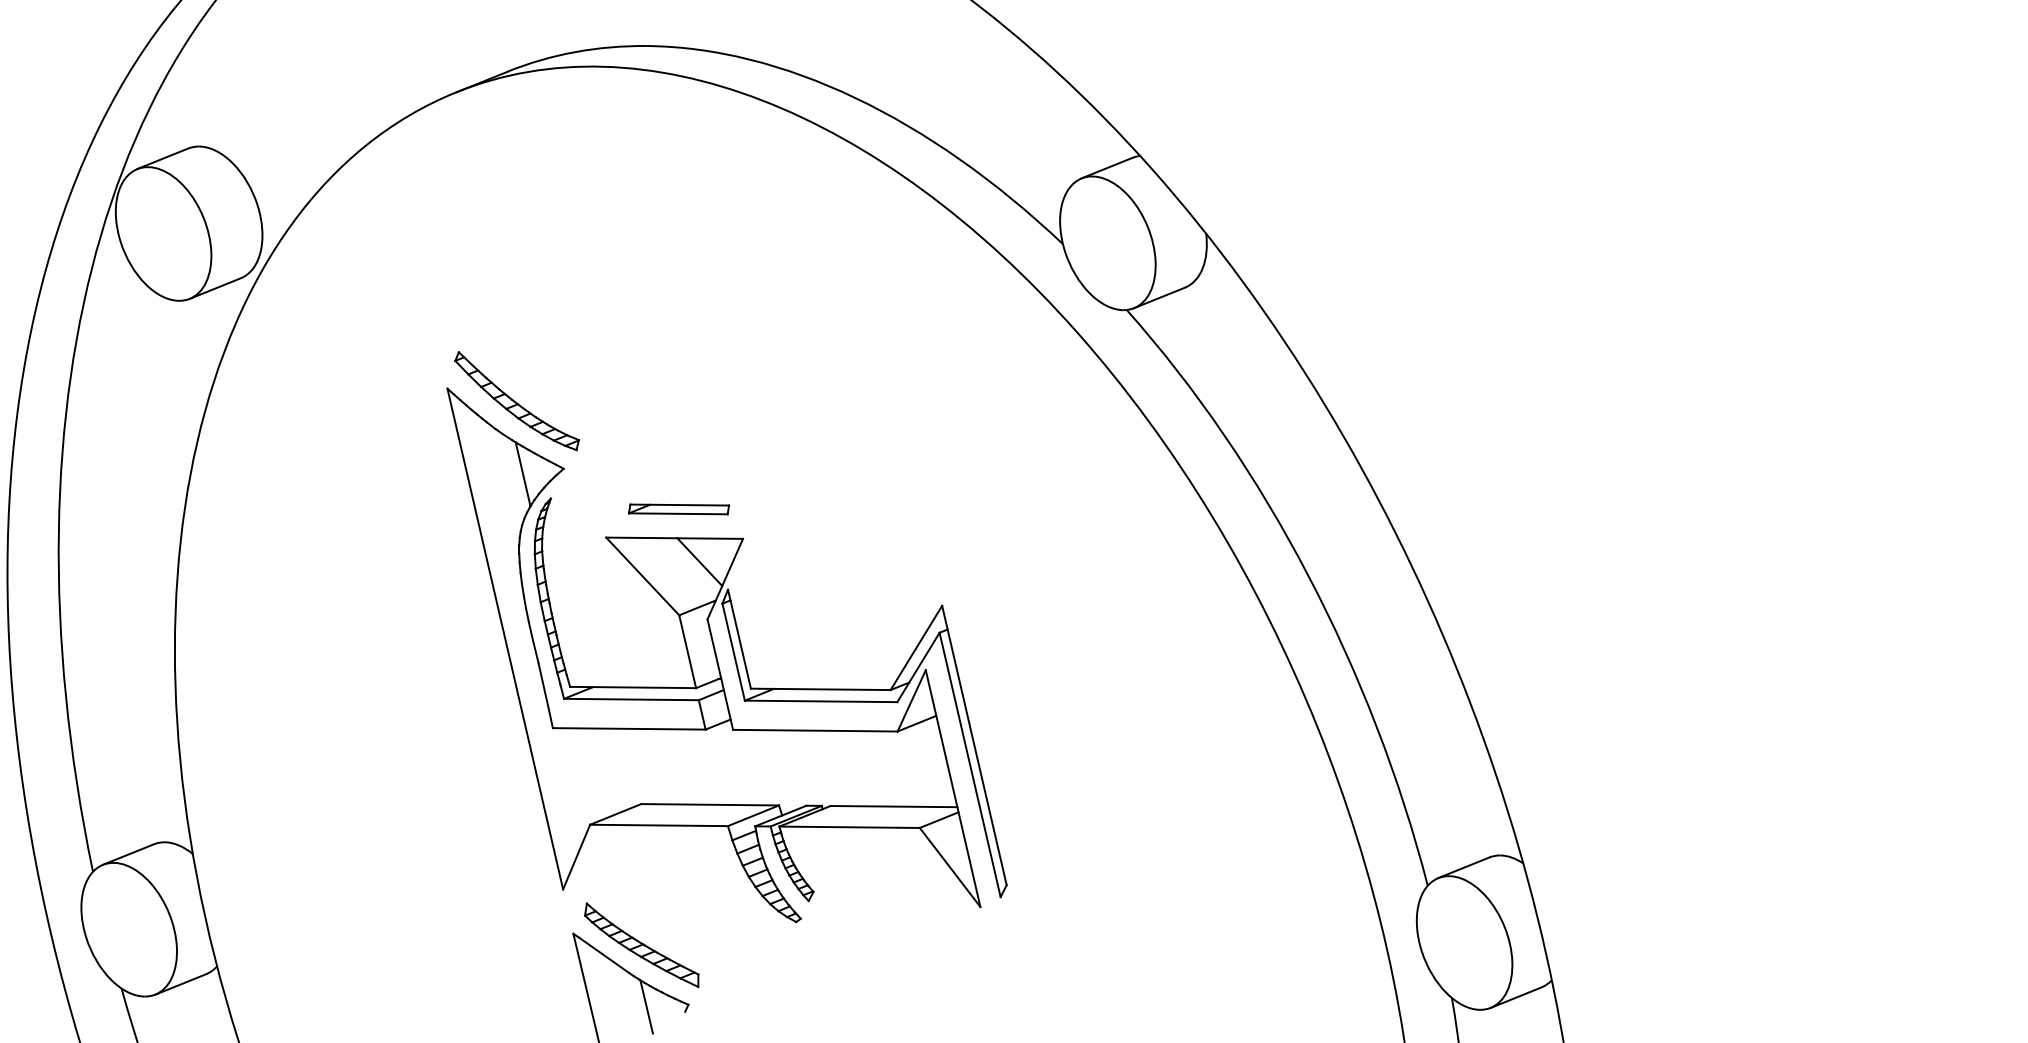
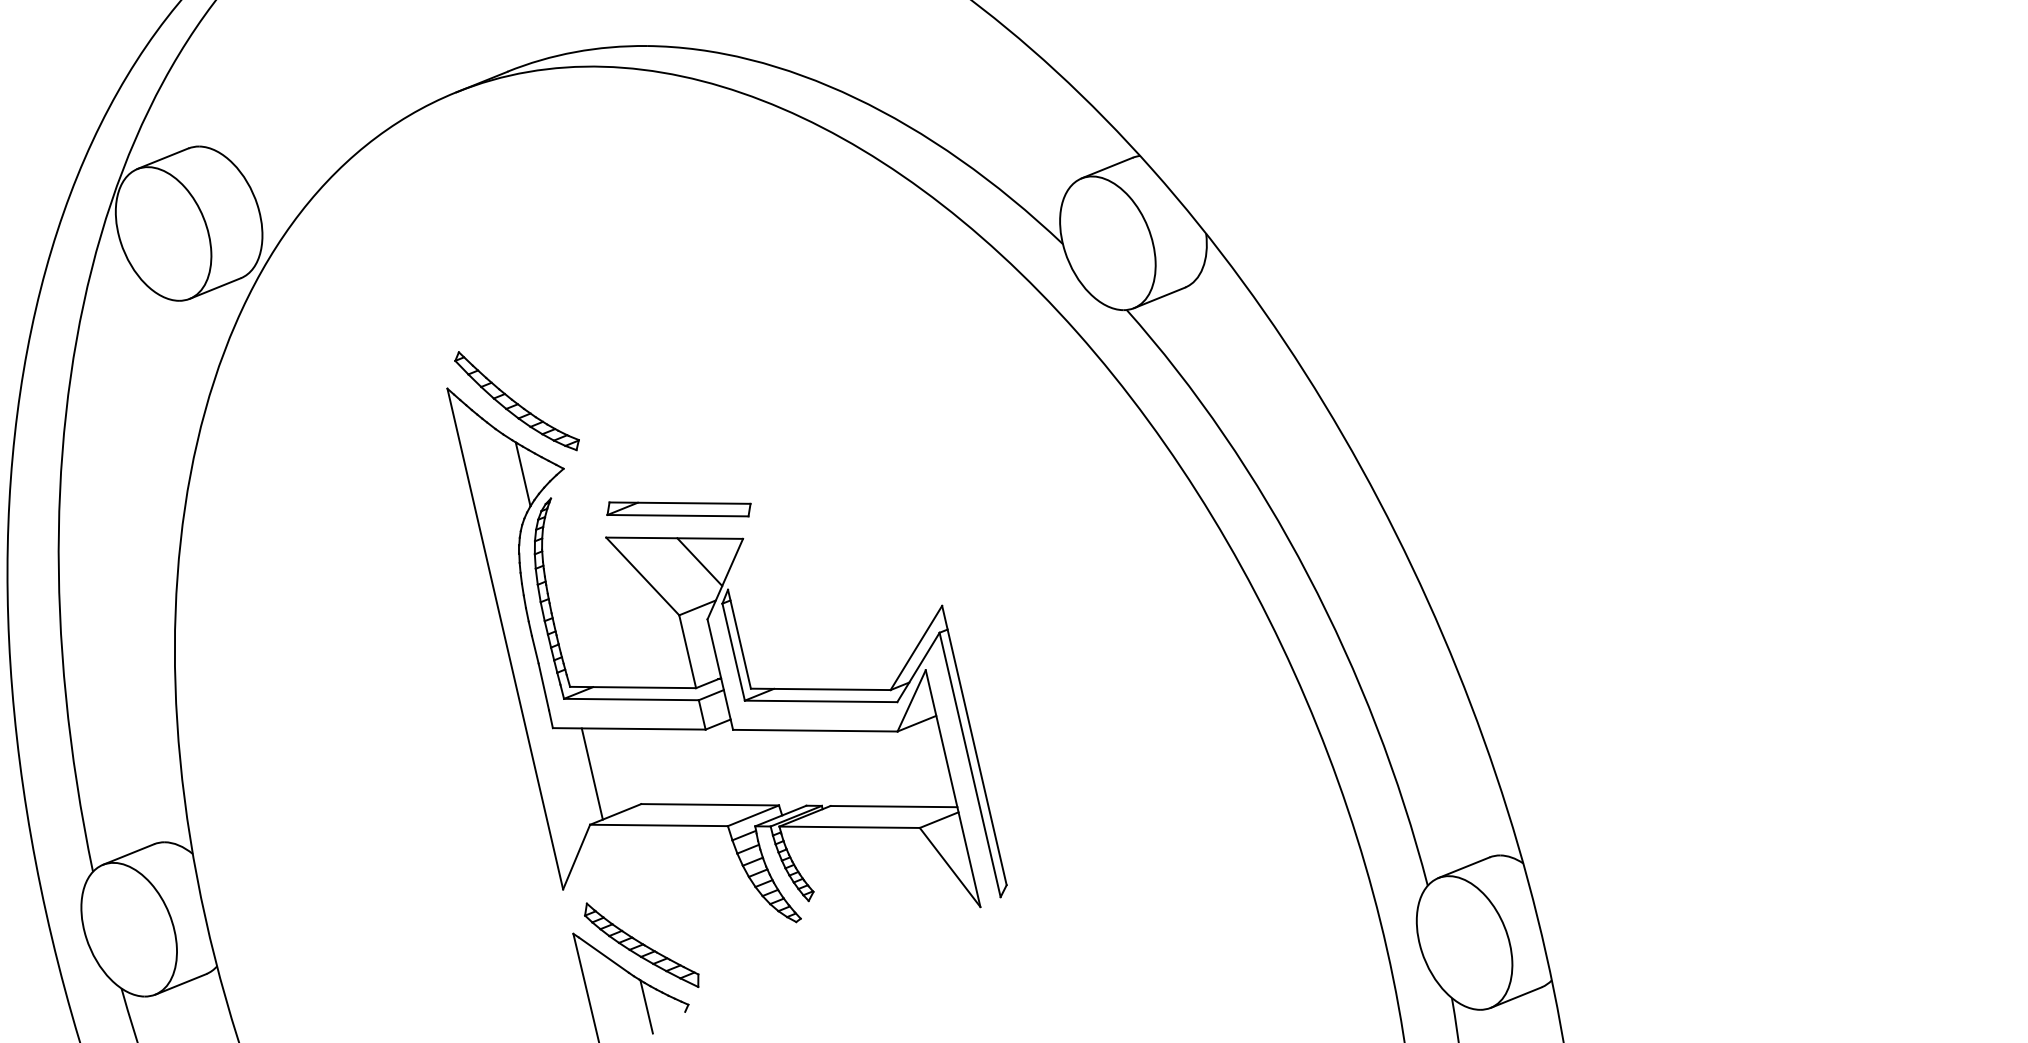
part at (679, 509) size: 103x13 px -> 146x17 px
line at (591, 773): none -> present
